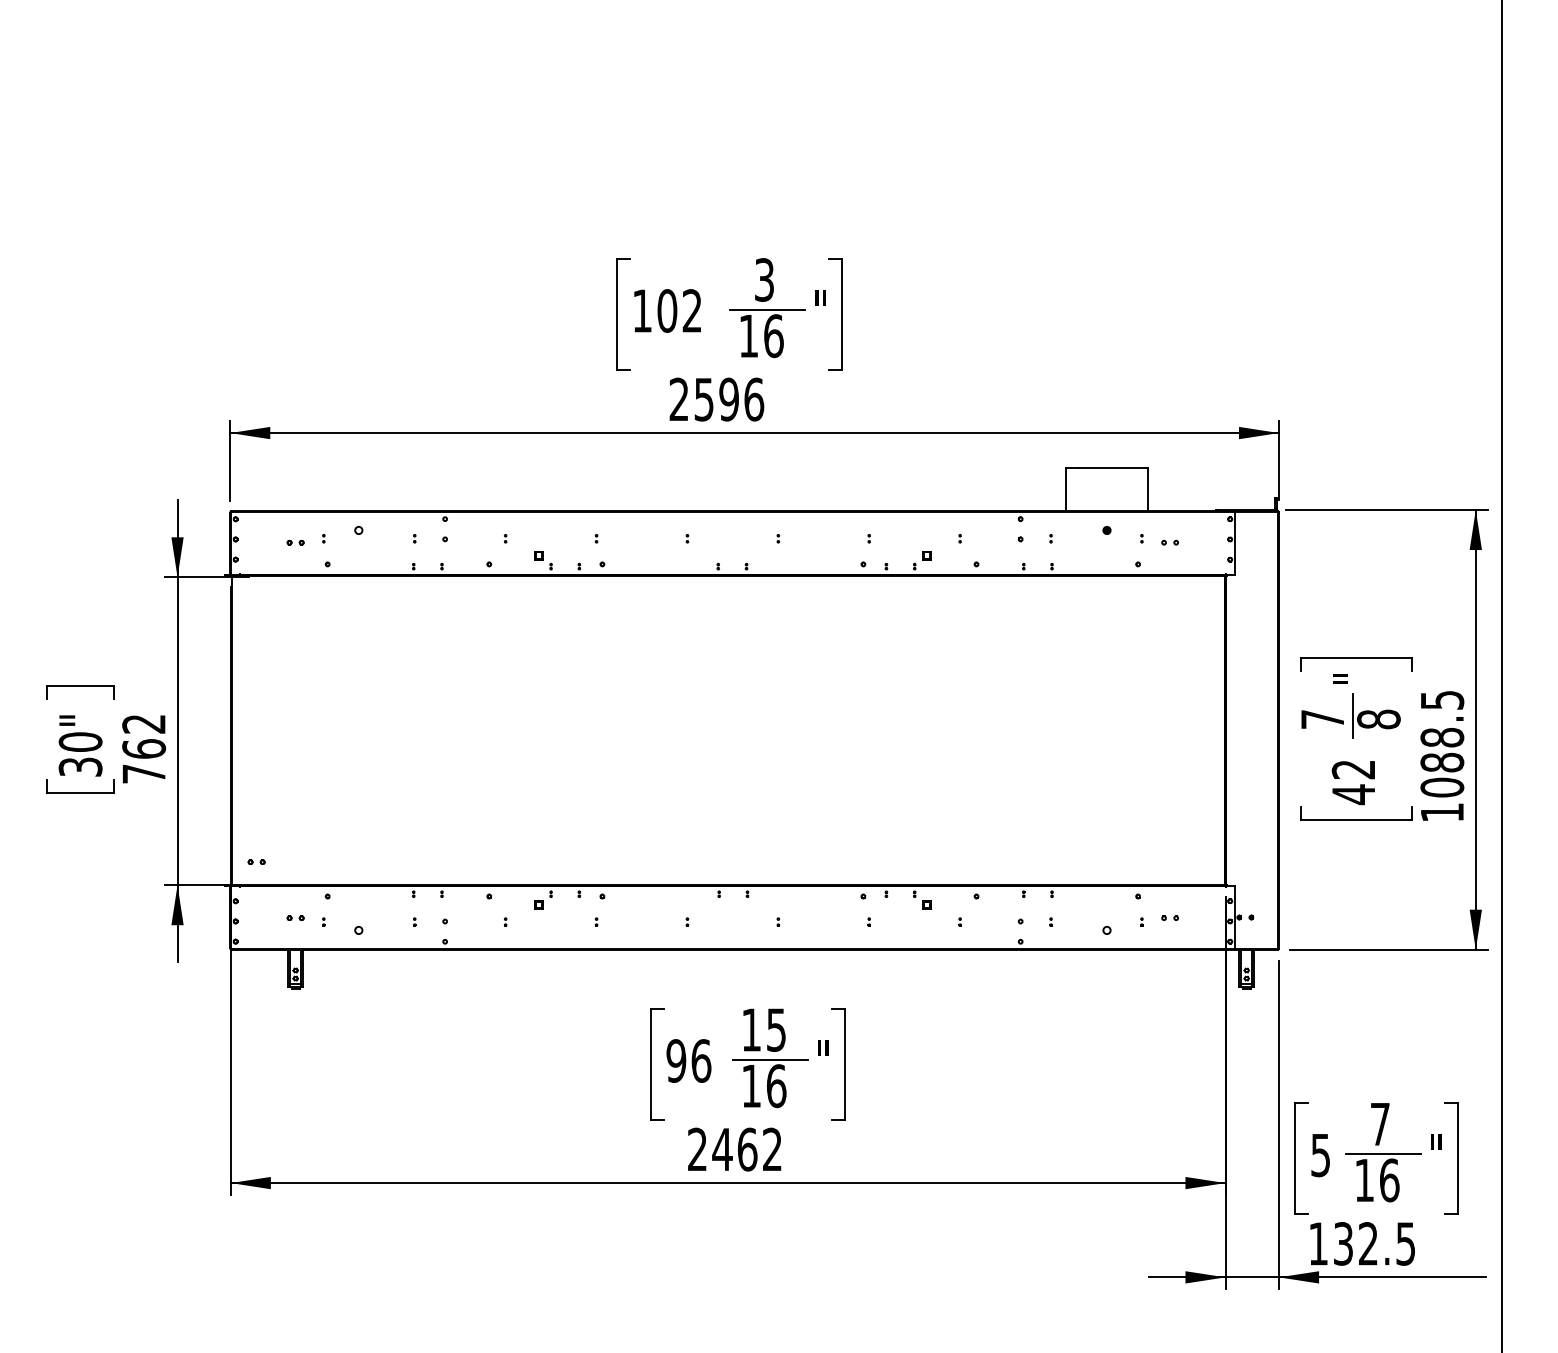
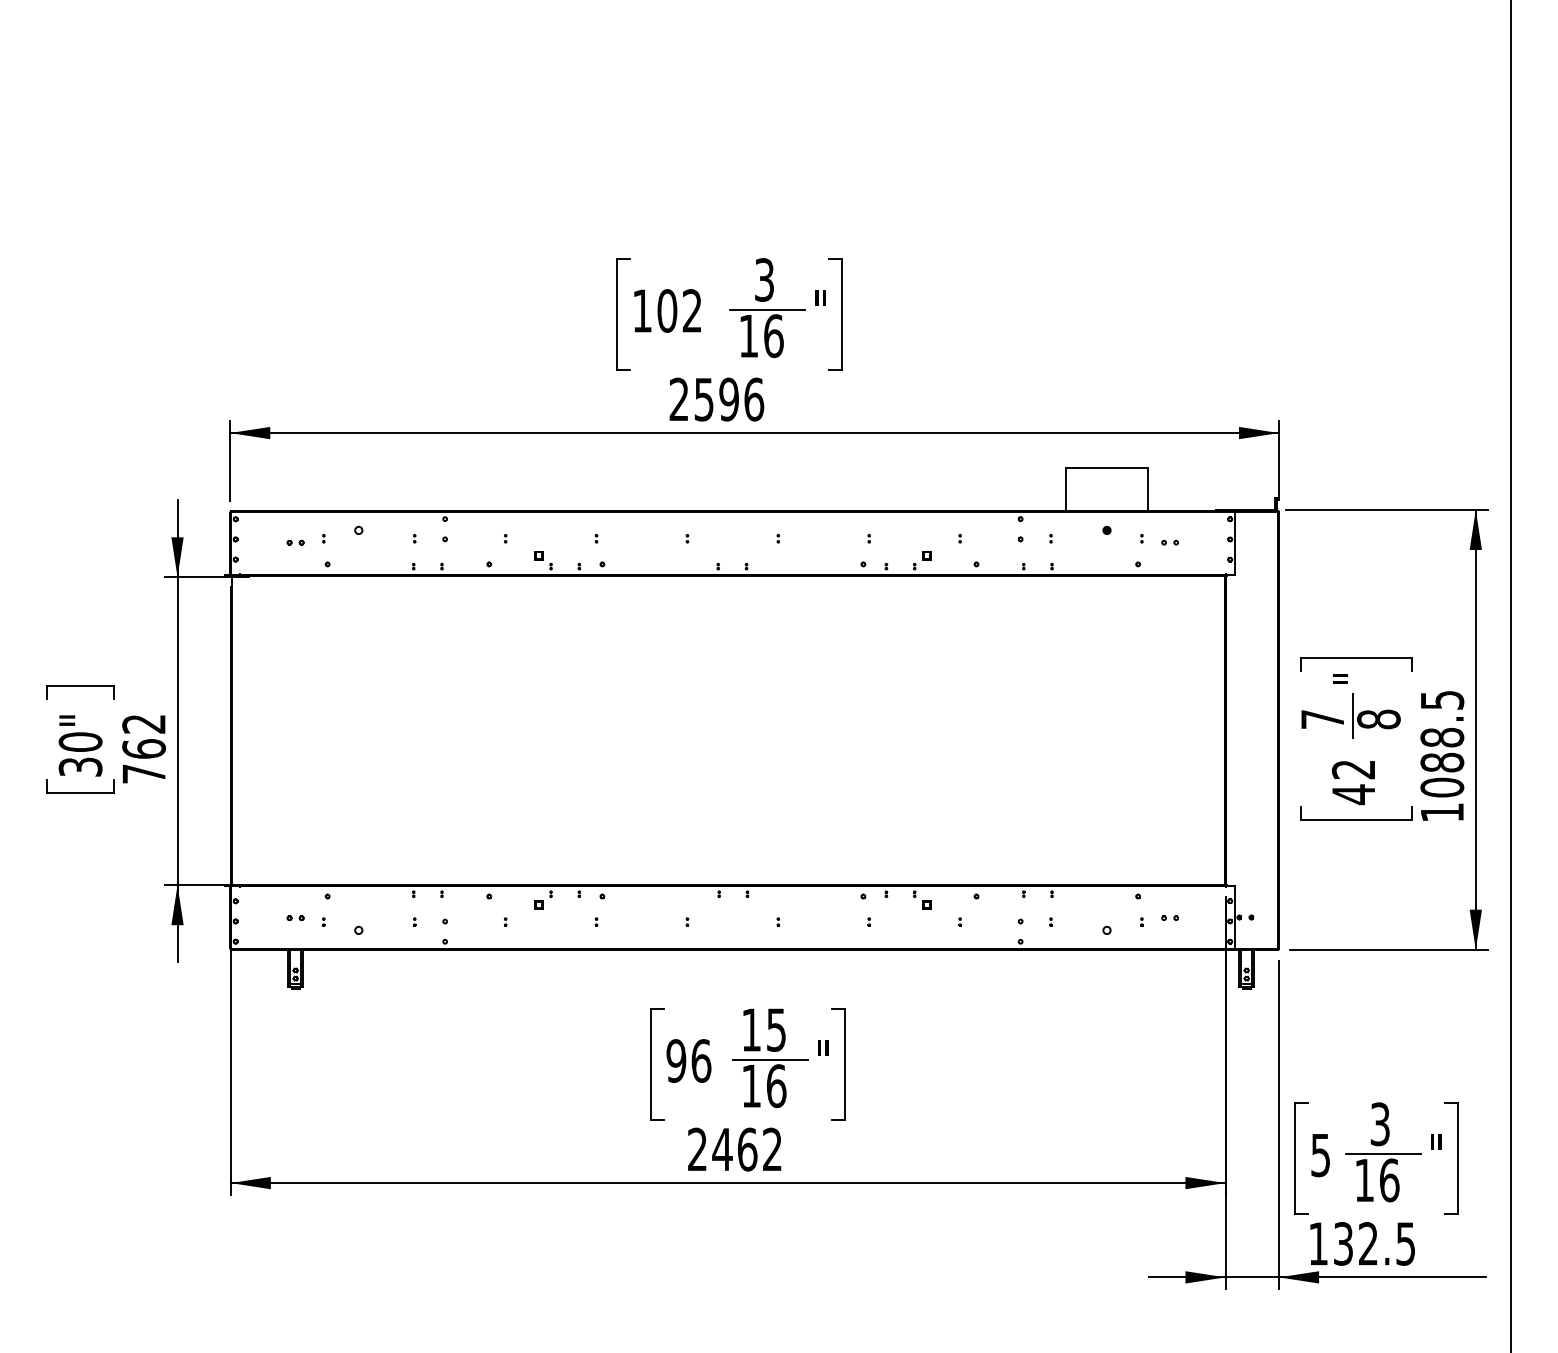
line at (1502, 675) position: (1502, 675) -> (1511, 675)
part at (256, 861): present -> none
text at (1379, 1124): 7 -> 3
